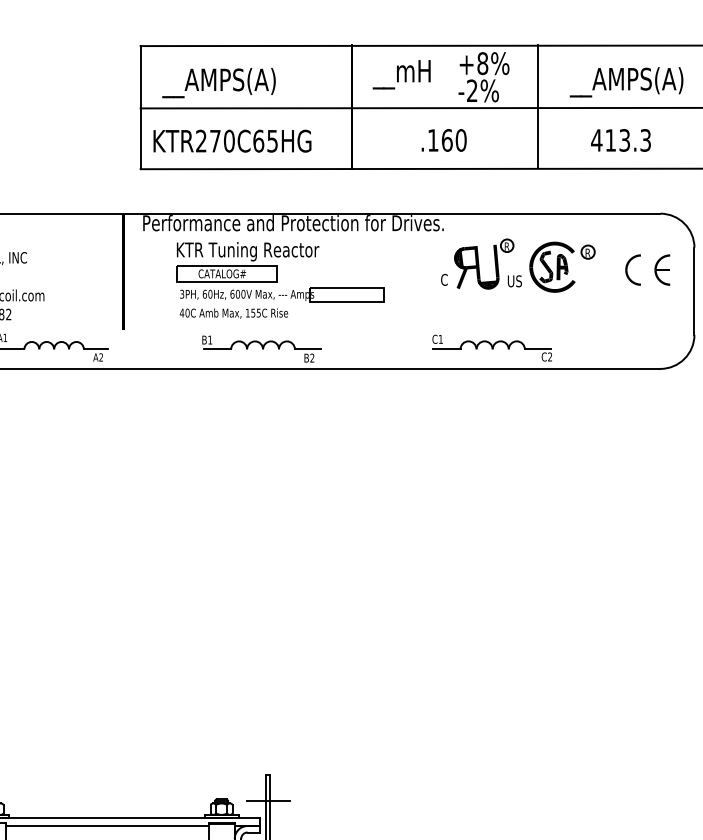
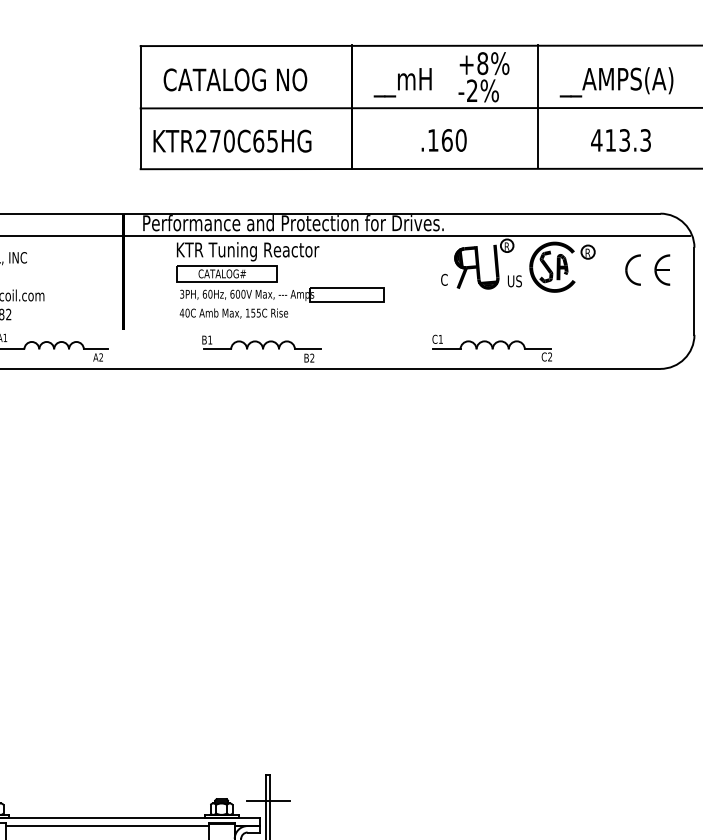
text at (401, 74) position: (401, 74) -> (402, 82)
text at (234, 82): __AMPS(A) -> CATALOG NO
text at (626, 82) position: (626, 82) -> (616, 82)
line at (346, 236): none -> present
